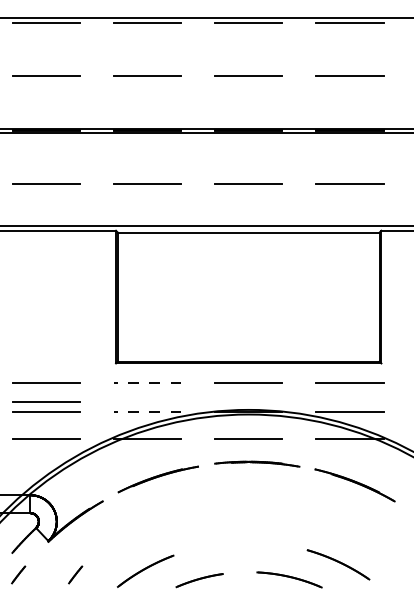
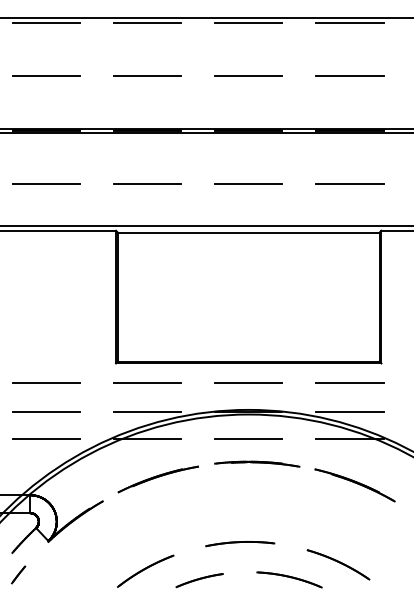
line at (147, 382): dashed -> solid
line at (46, 401): present -> none
line at (147, 412): dashed -> solid
part at (240, 544): none -> present
line at (75, 574): present -> none
